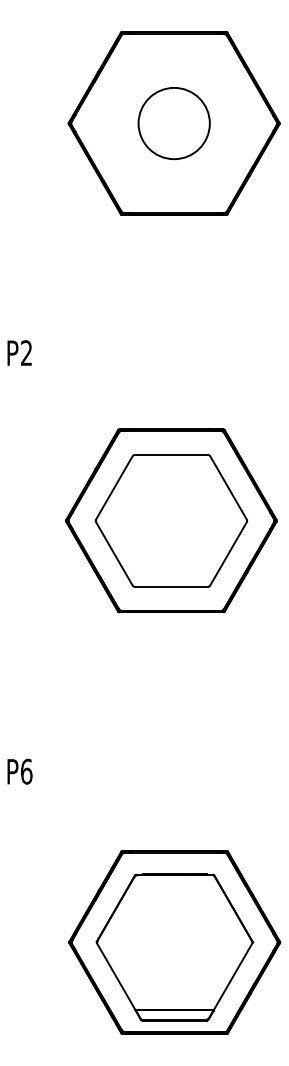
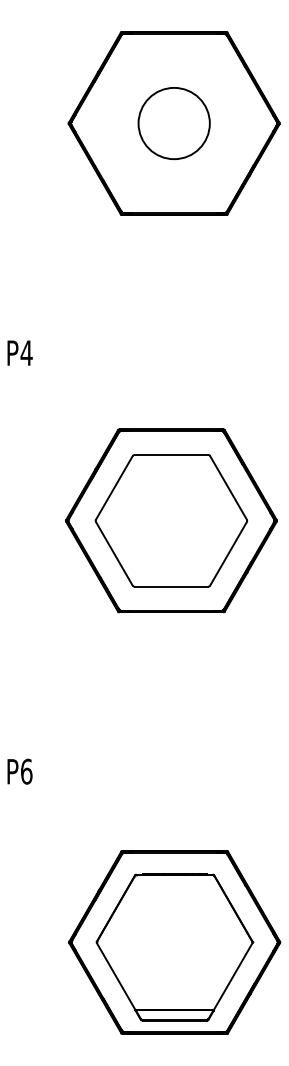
text at (26, 352): P2 -> P4
